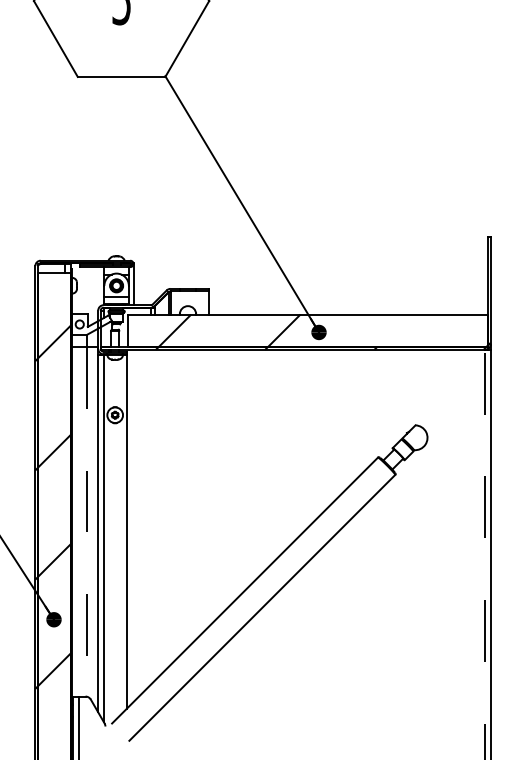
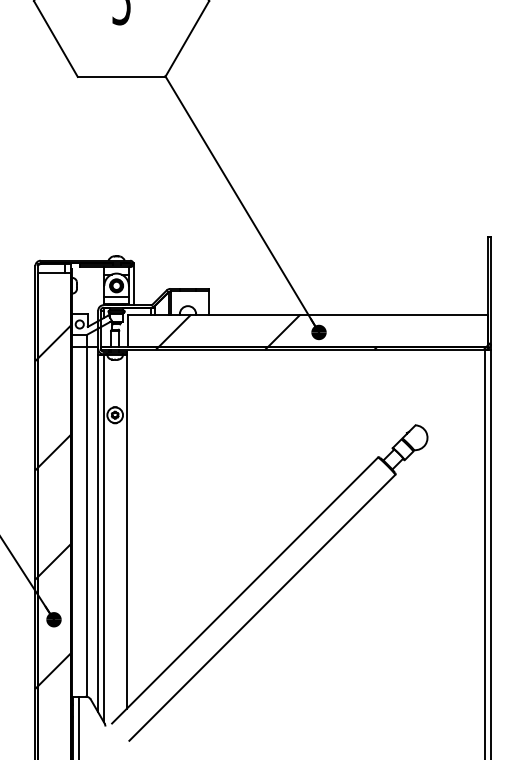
line at (87, 521): dashed -> solid
line at (485, 554): dashed -> solid
